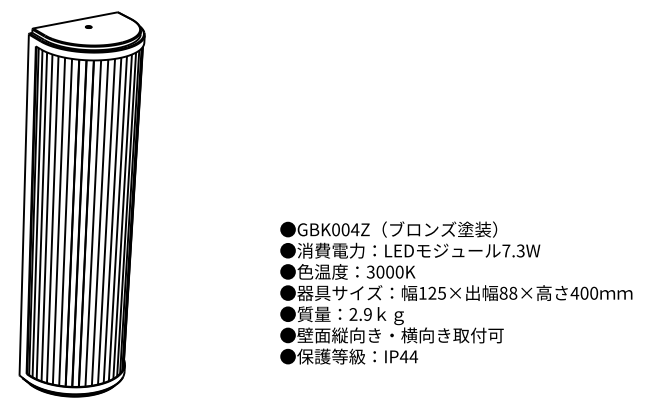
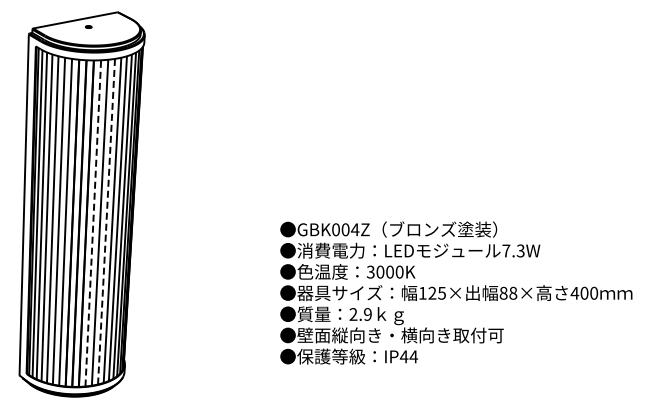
line at (106, 221): solid -> dashed
line at (93, 222): solid -> dashed
